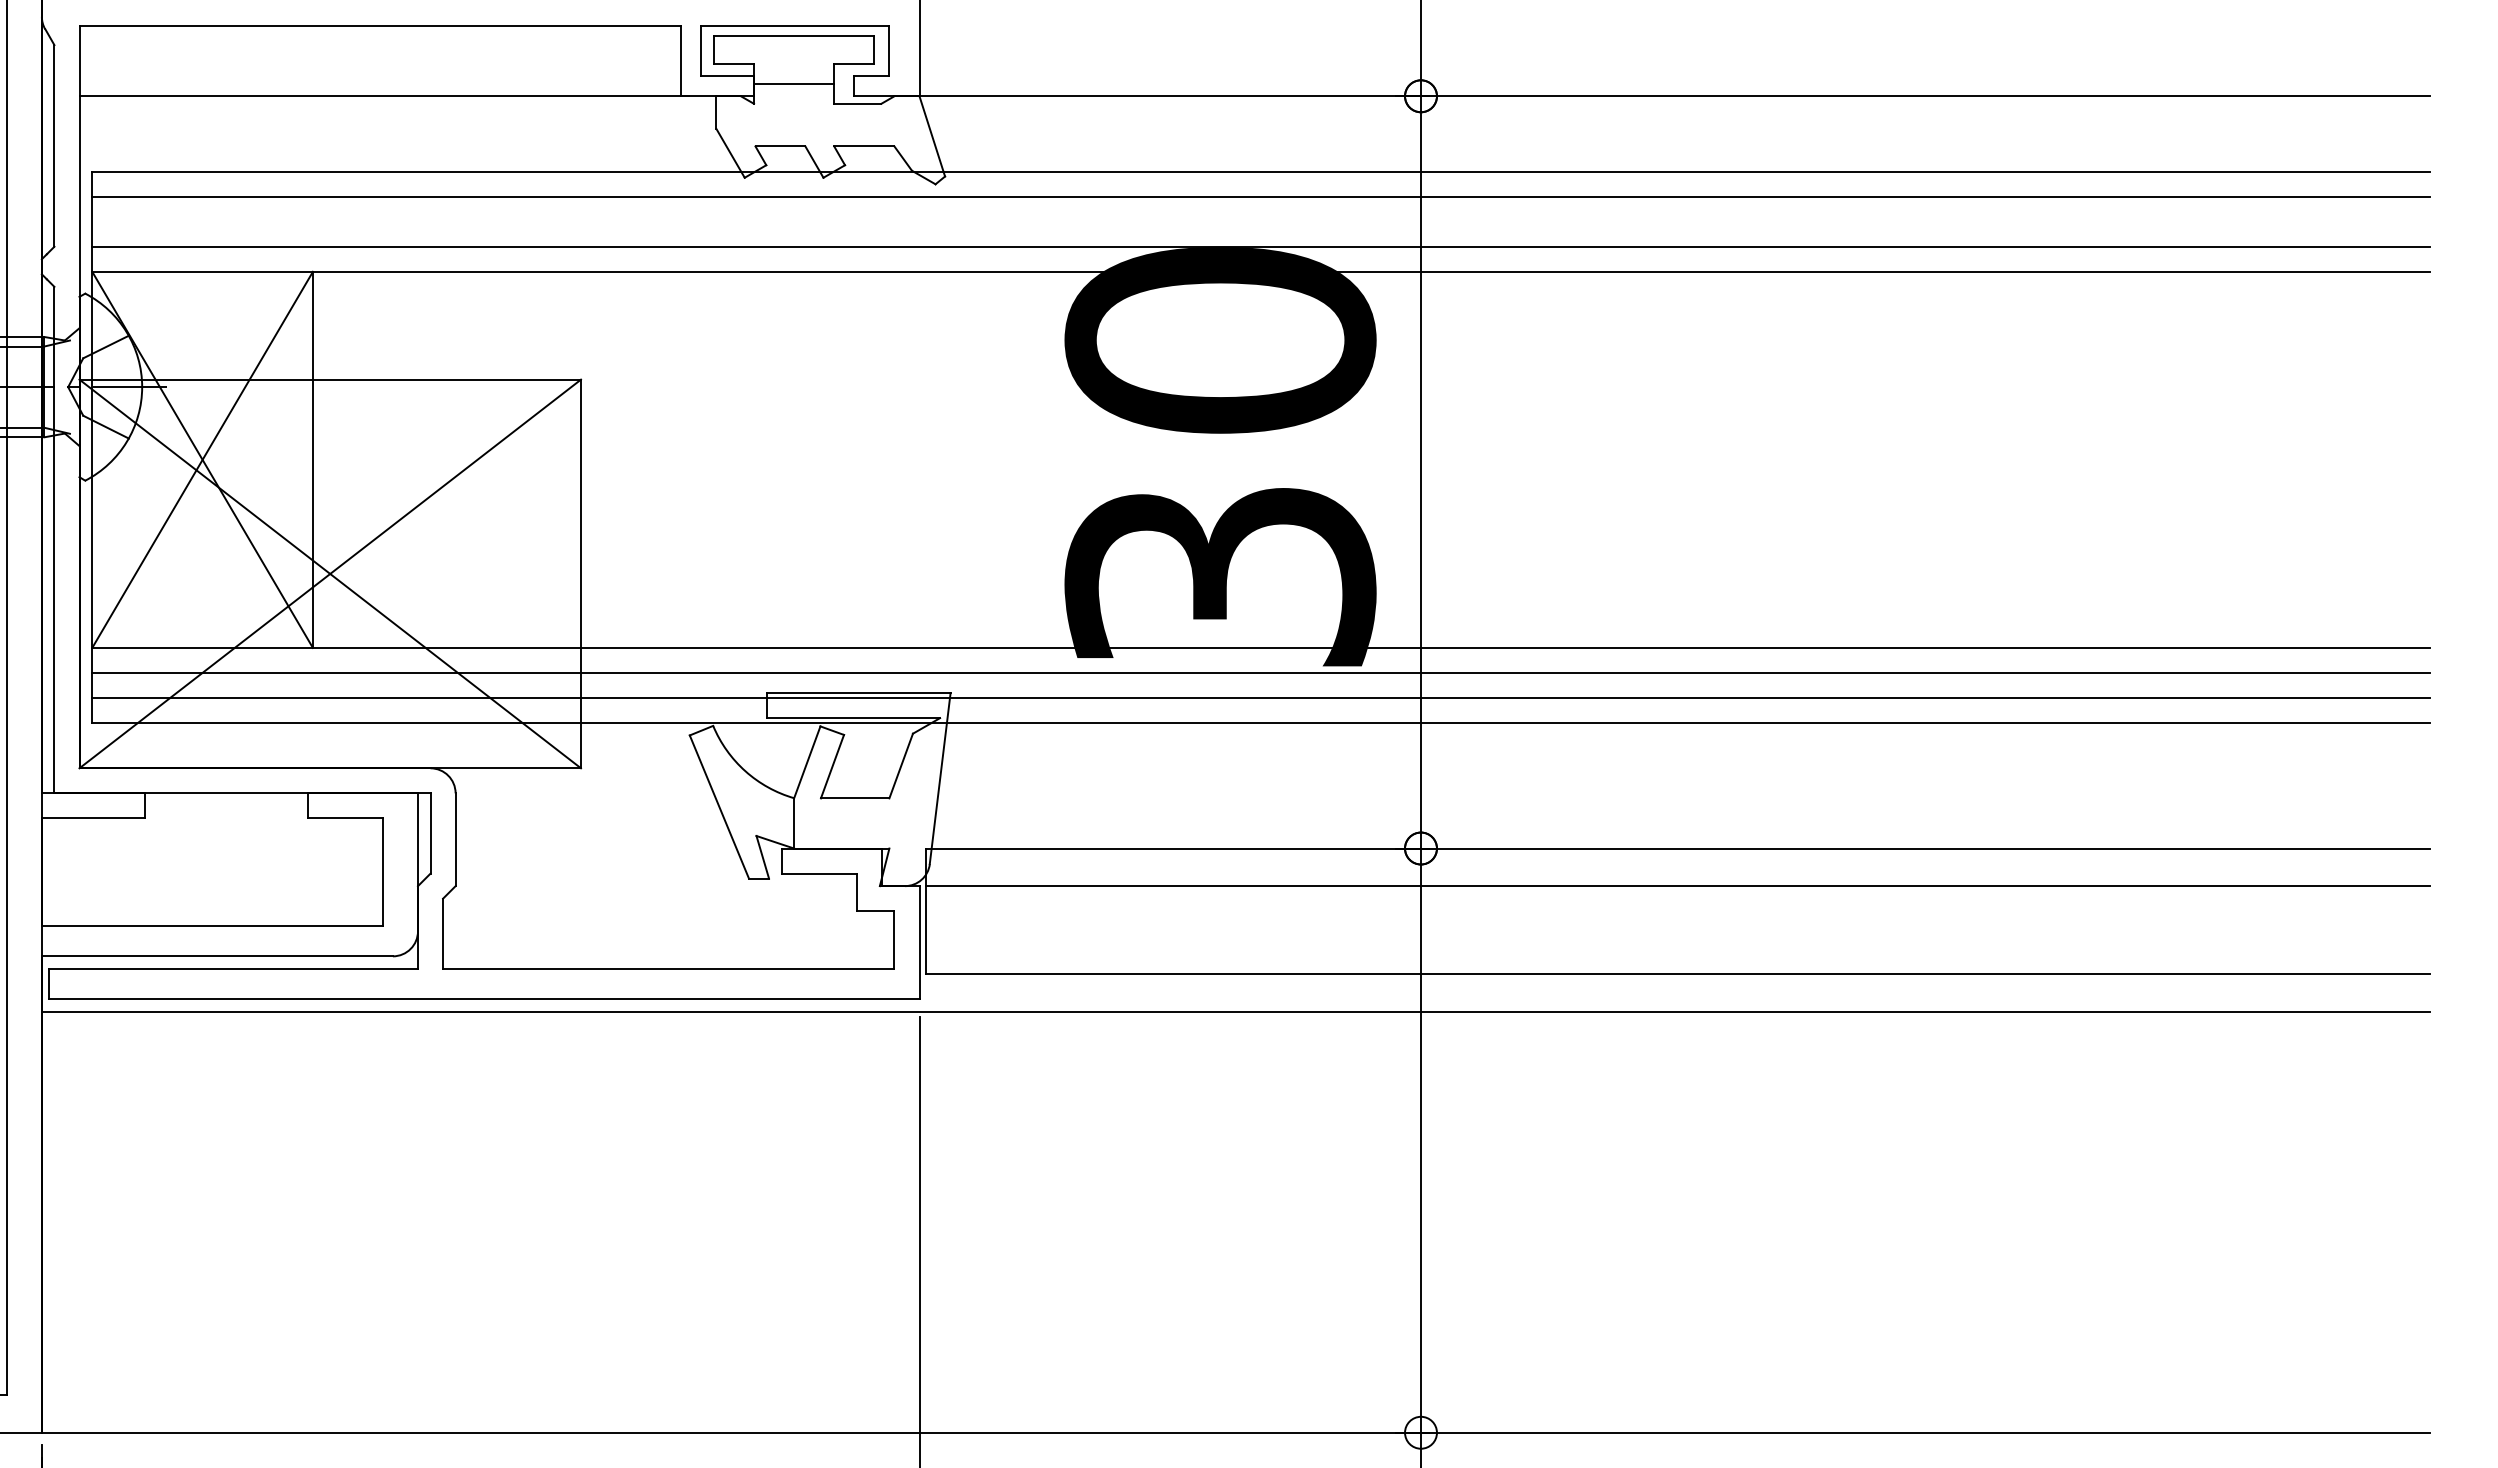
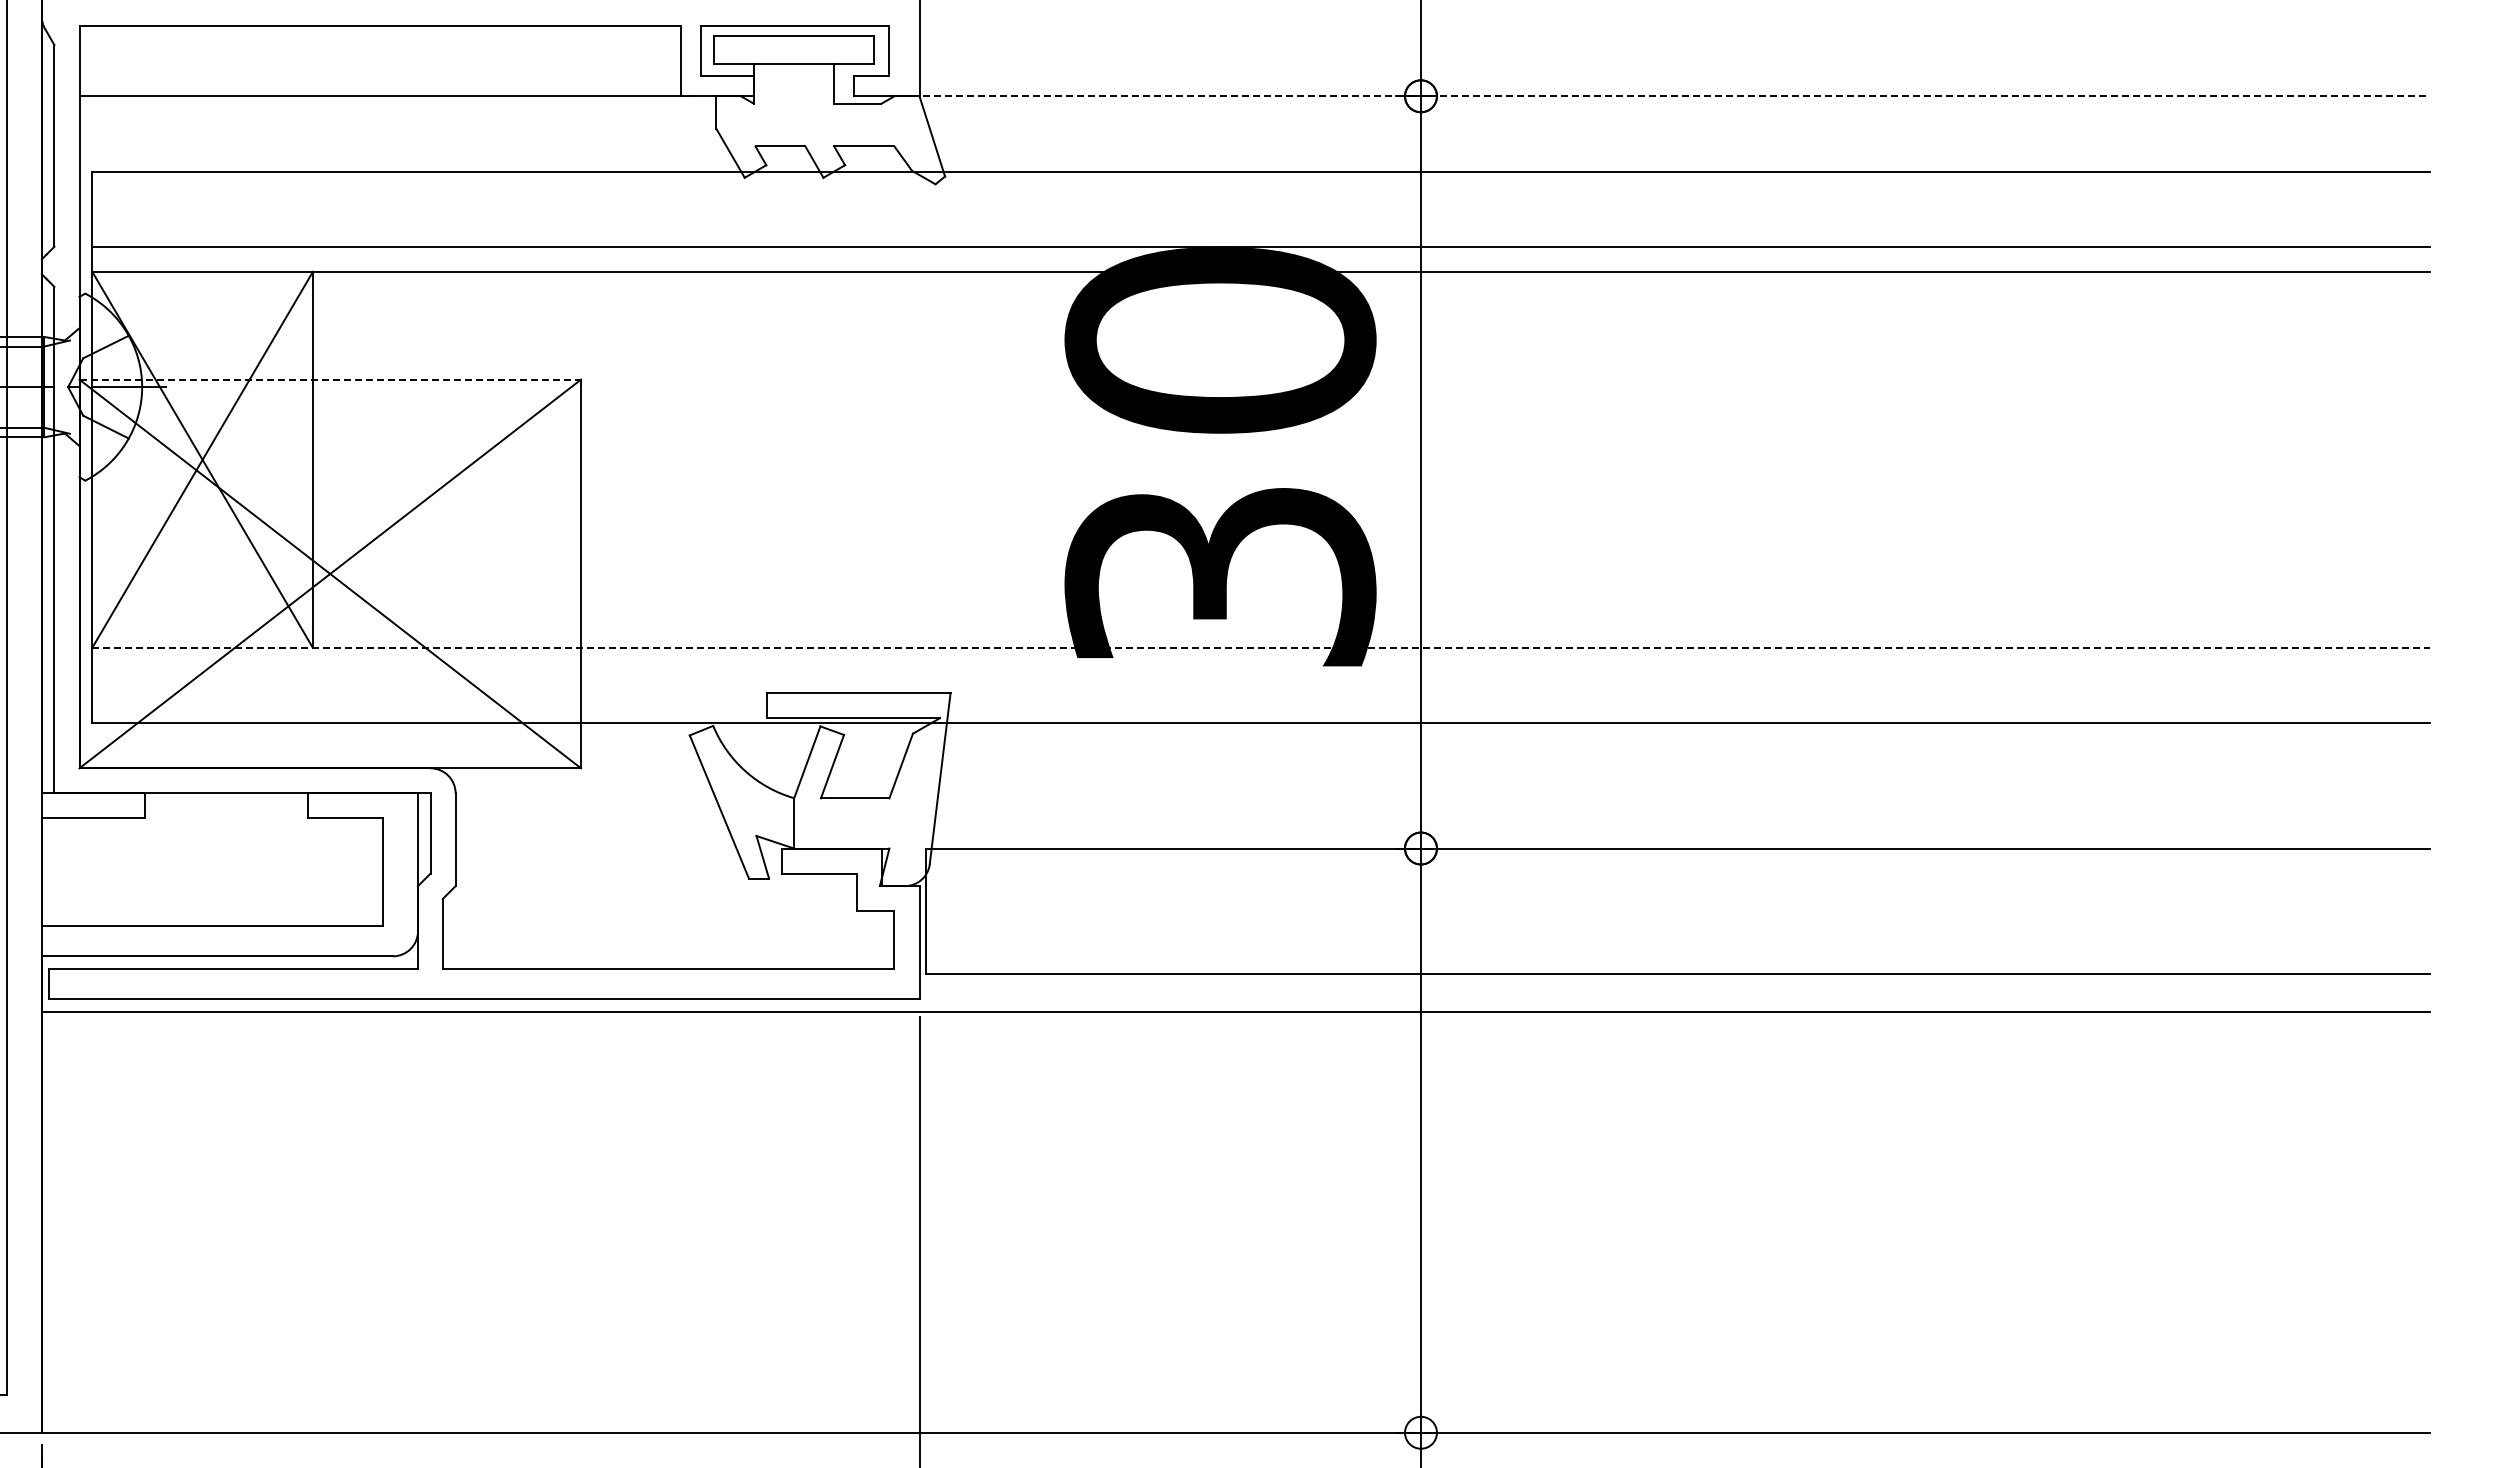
line at (794, 83) position: (794, 83) -> (794, 63)
line at (1670, 96): solid -> dashed
line at (1260, 196): present -> none
line at (330, 379): solid -> dashed
line at (1261, 647): solid -> dashed
line at (1260, 673): present -> none
line at (1260, 698): present -> none
line at (1677, 886): present -> none
